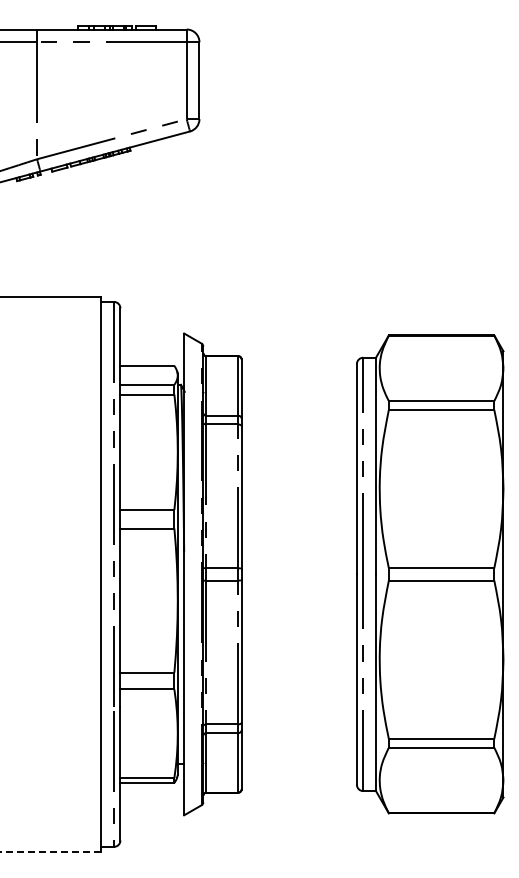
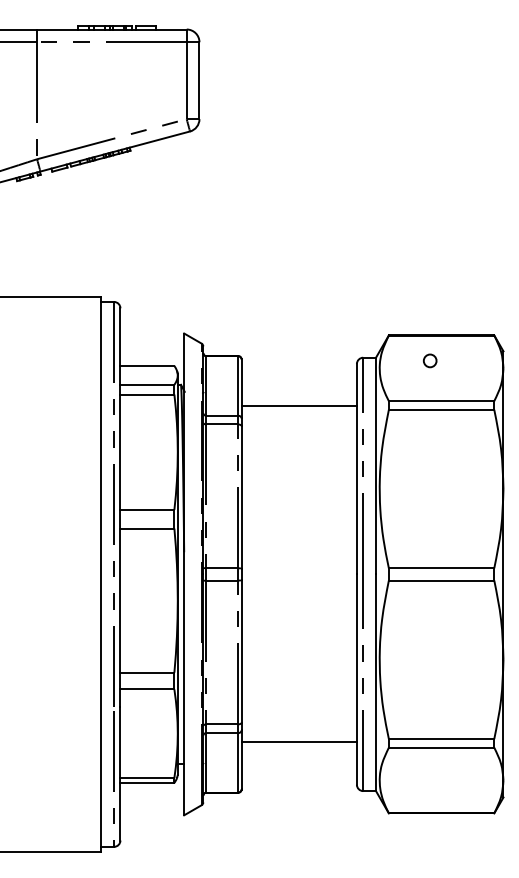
circle at (430, 360): none -> present
line at (298, 406): none -> present
line at (298, 742): none -> present
line at (51, 851): dashed -> solid
